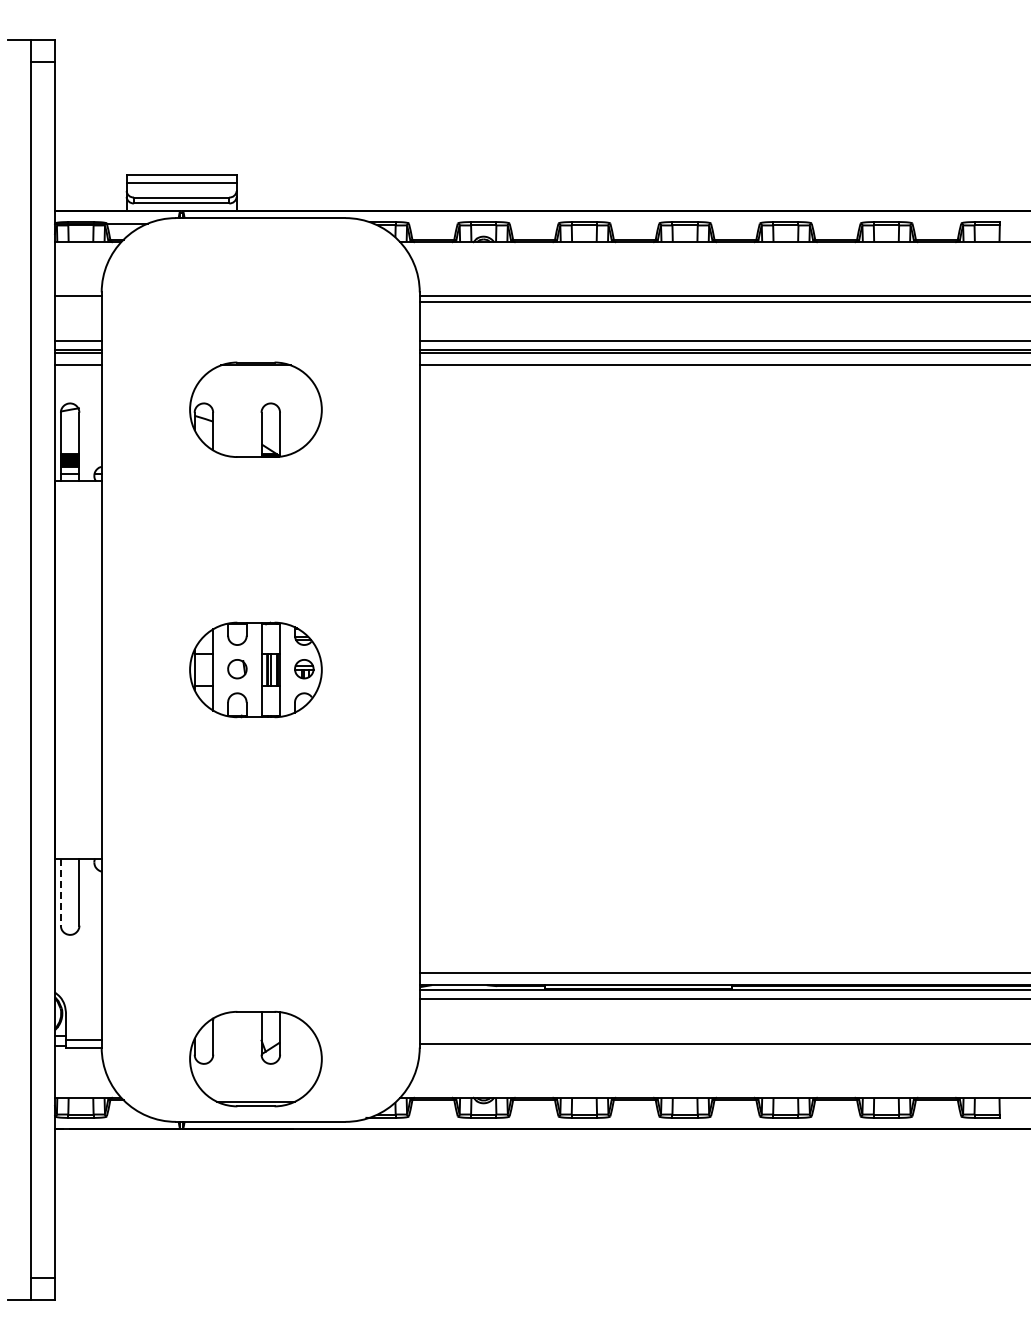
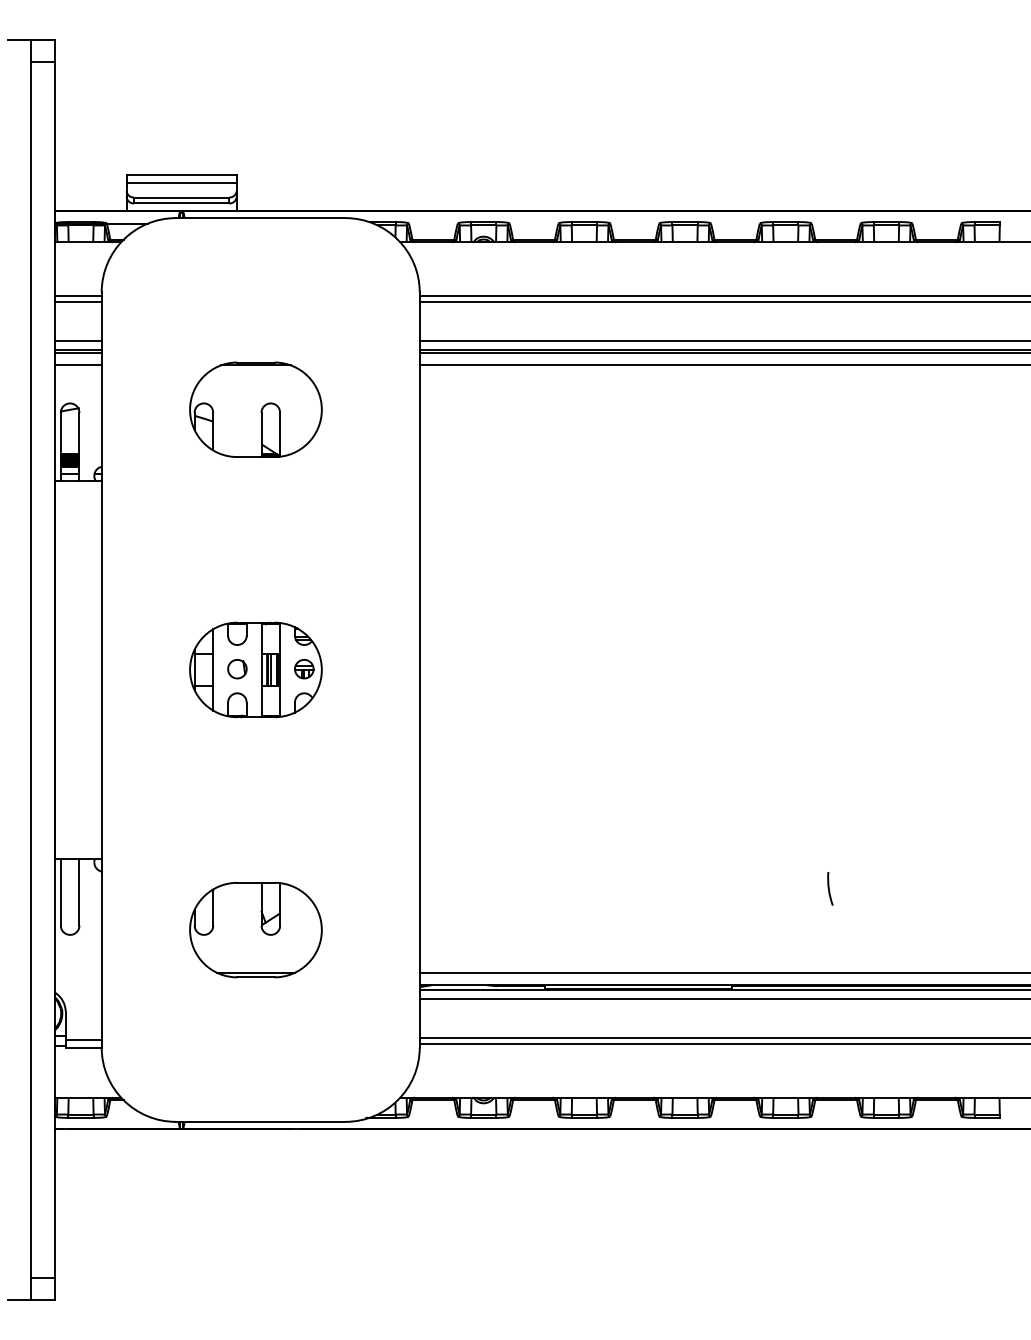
line at (77, 301): none -> present
arc at (829, 888): none -> present
line at (60, 892): dashed -> solid
line at (723, 1038): none -> present
part at (255, 1059) position: (255, 1059) -> (255, 930)
